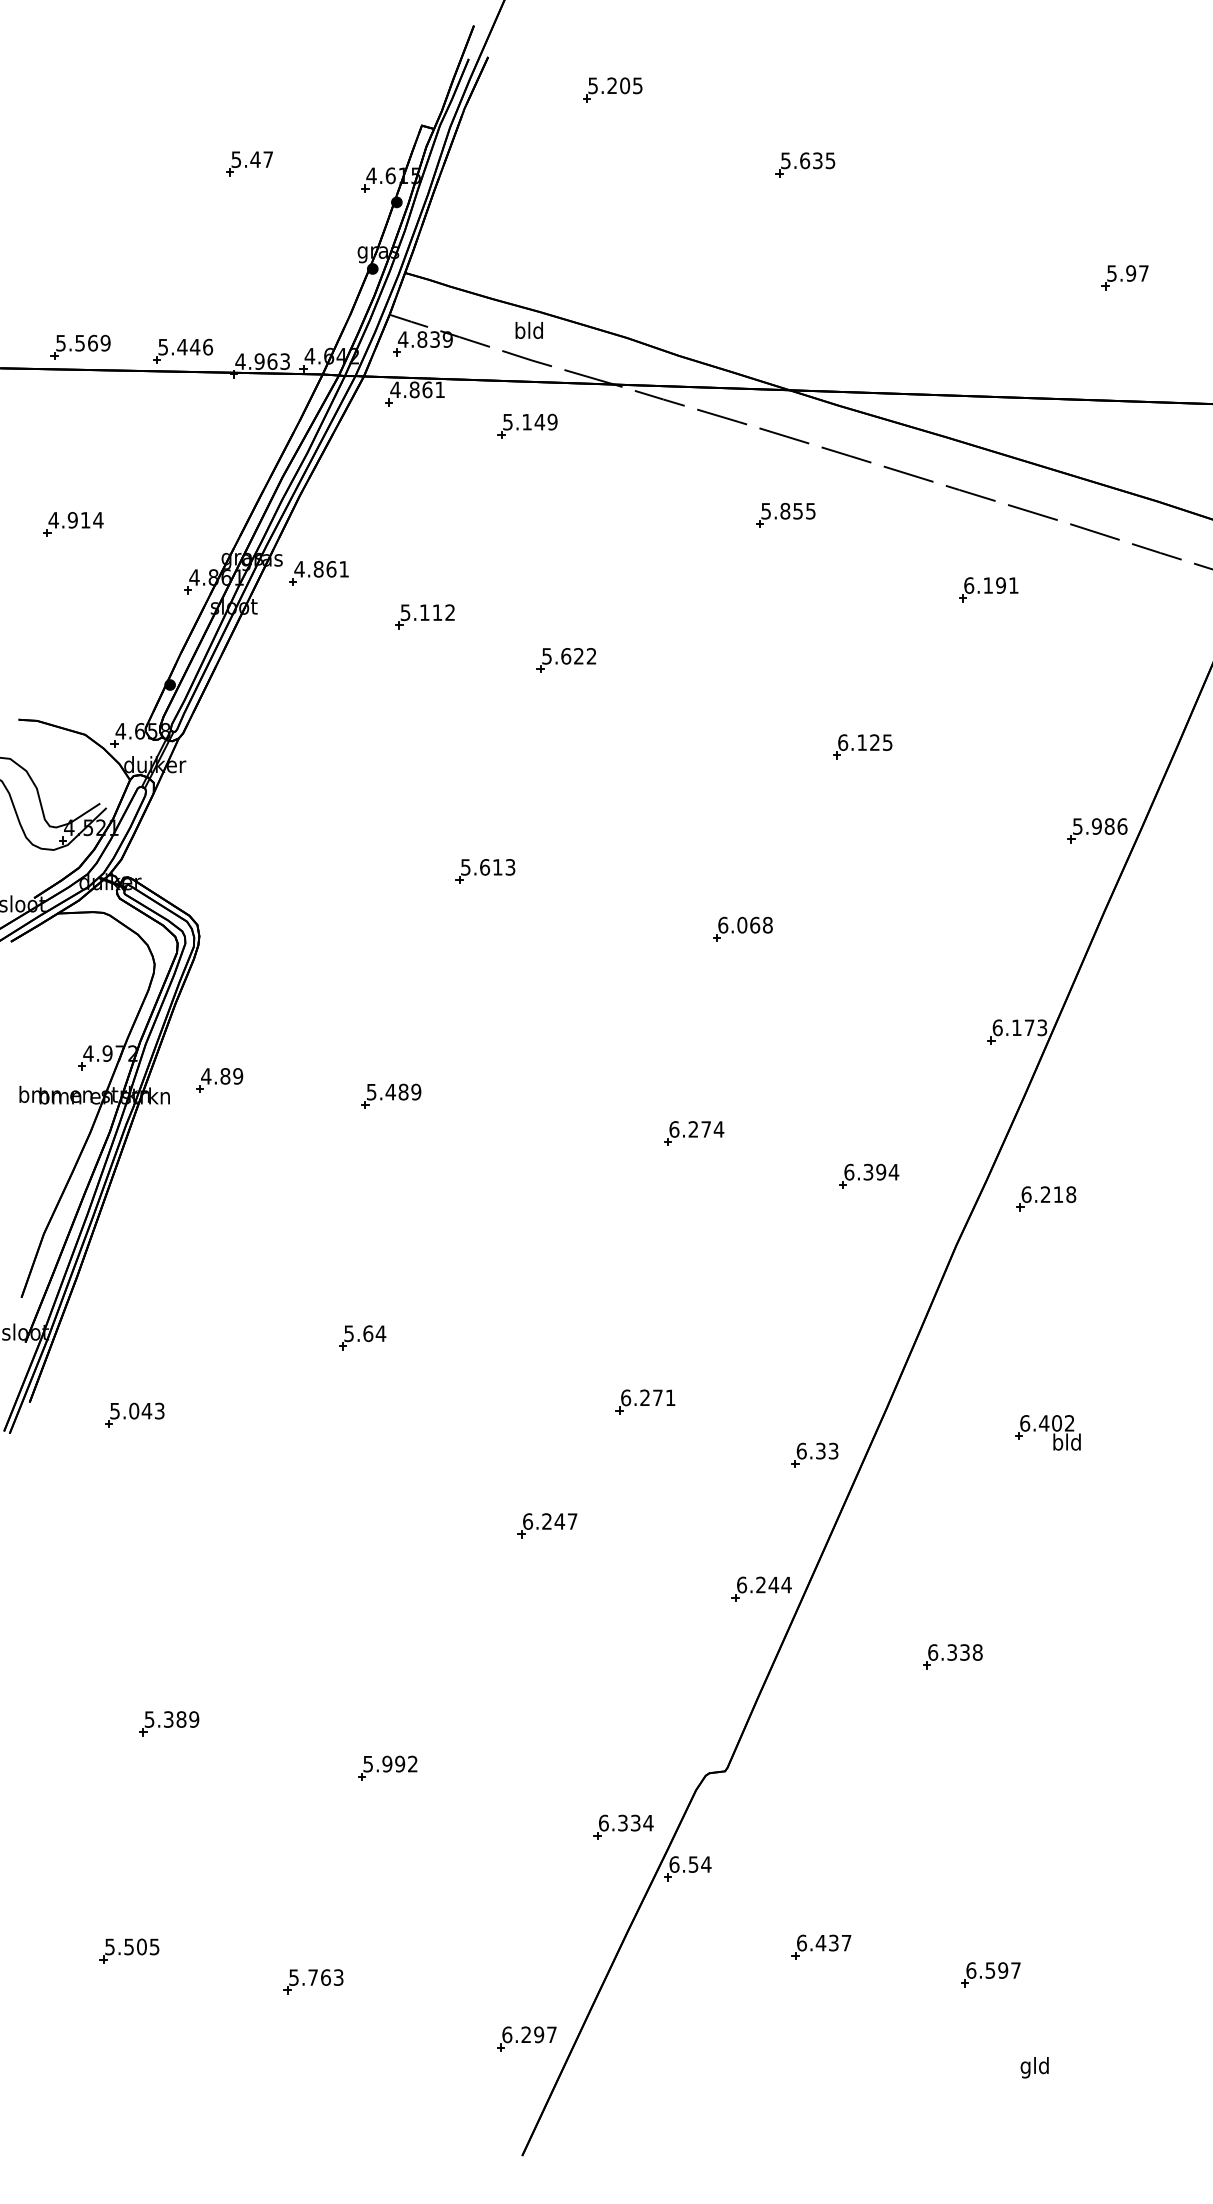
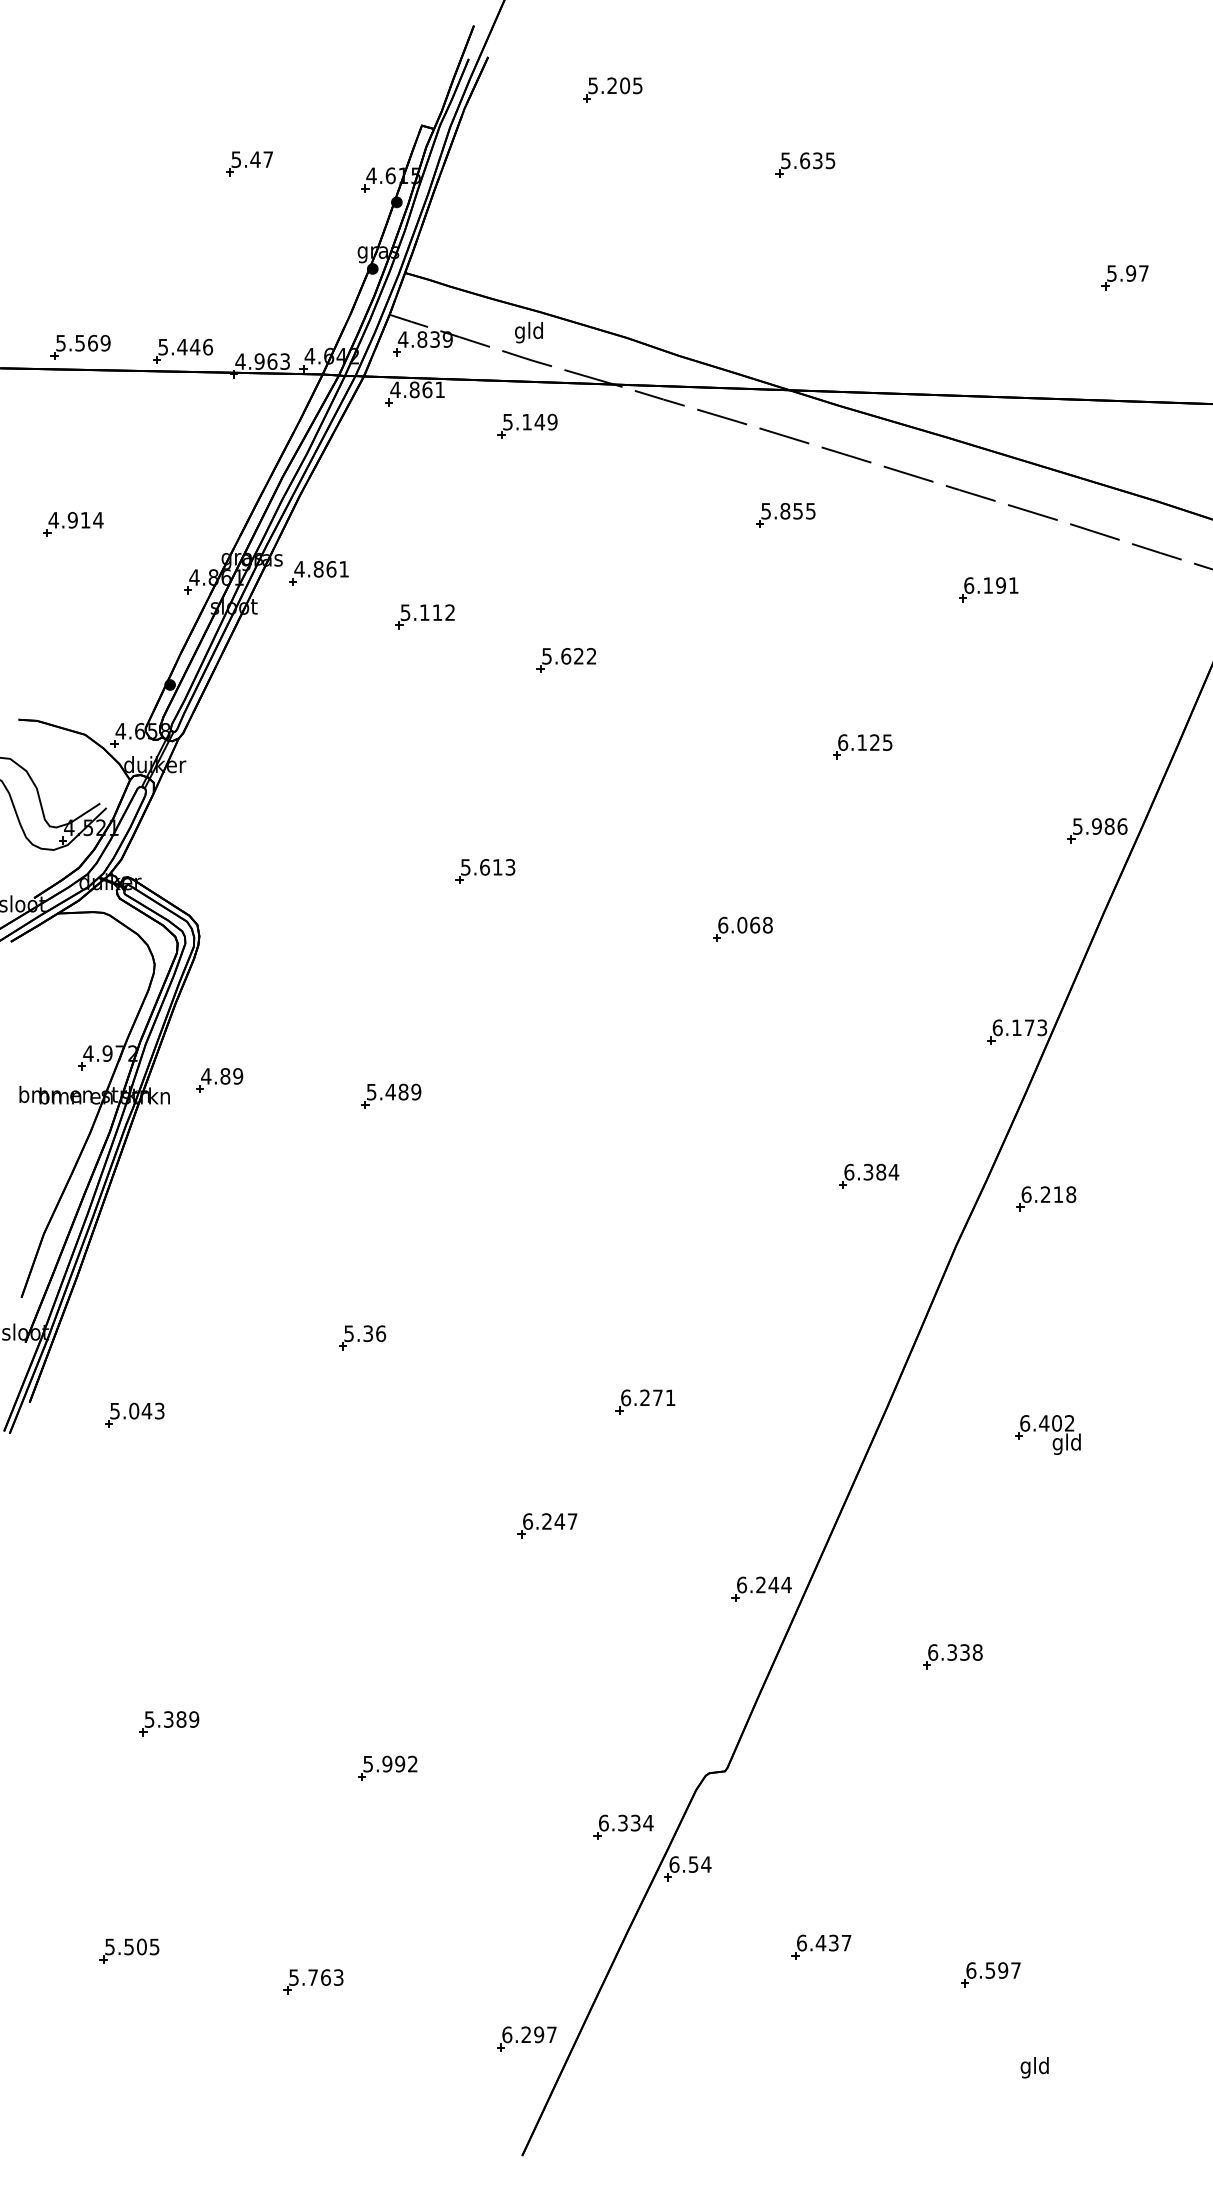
text at (520, 332): bld -> gld
part at (694, 1133): present -> none
text at (881, 1172): 6.394 -> 6.384
text at (374, 1333): 5.64 -> 5.36
text at (1057, 1443): bld -> gld
part at (814, 1454): present -> none
